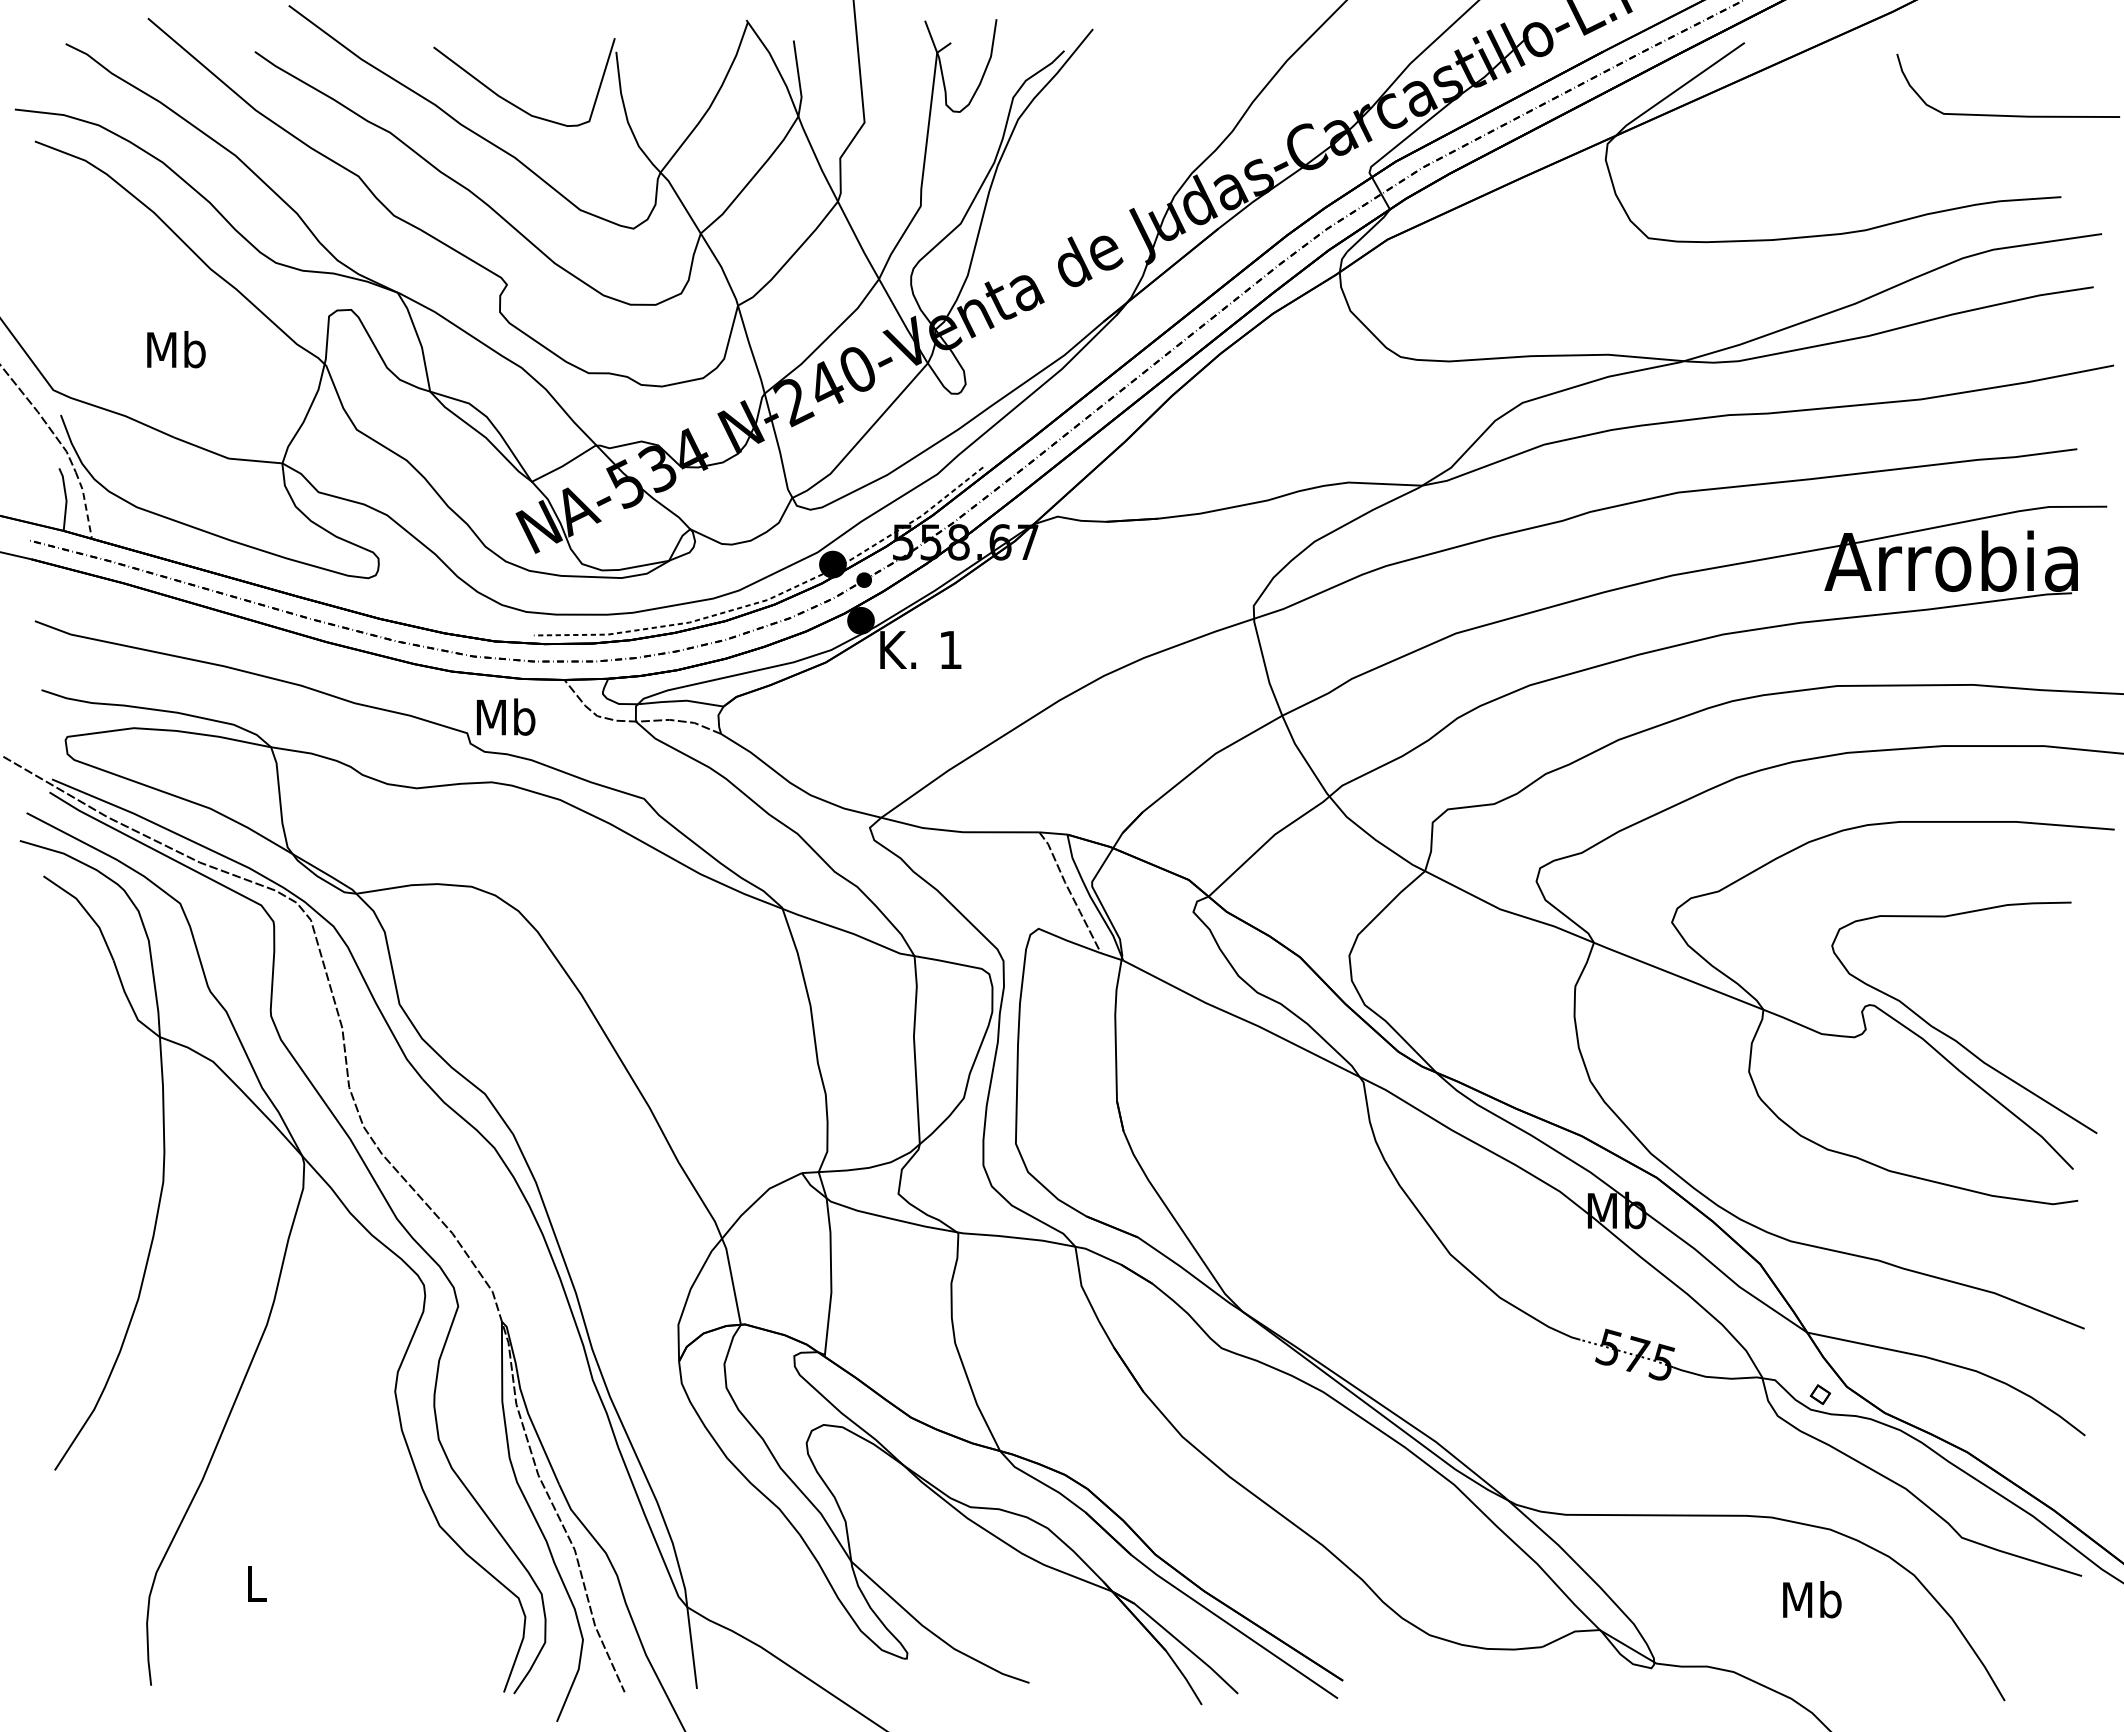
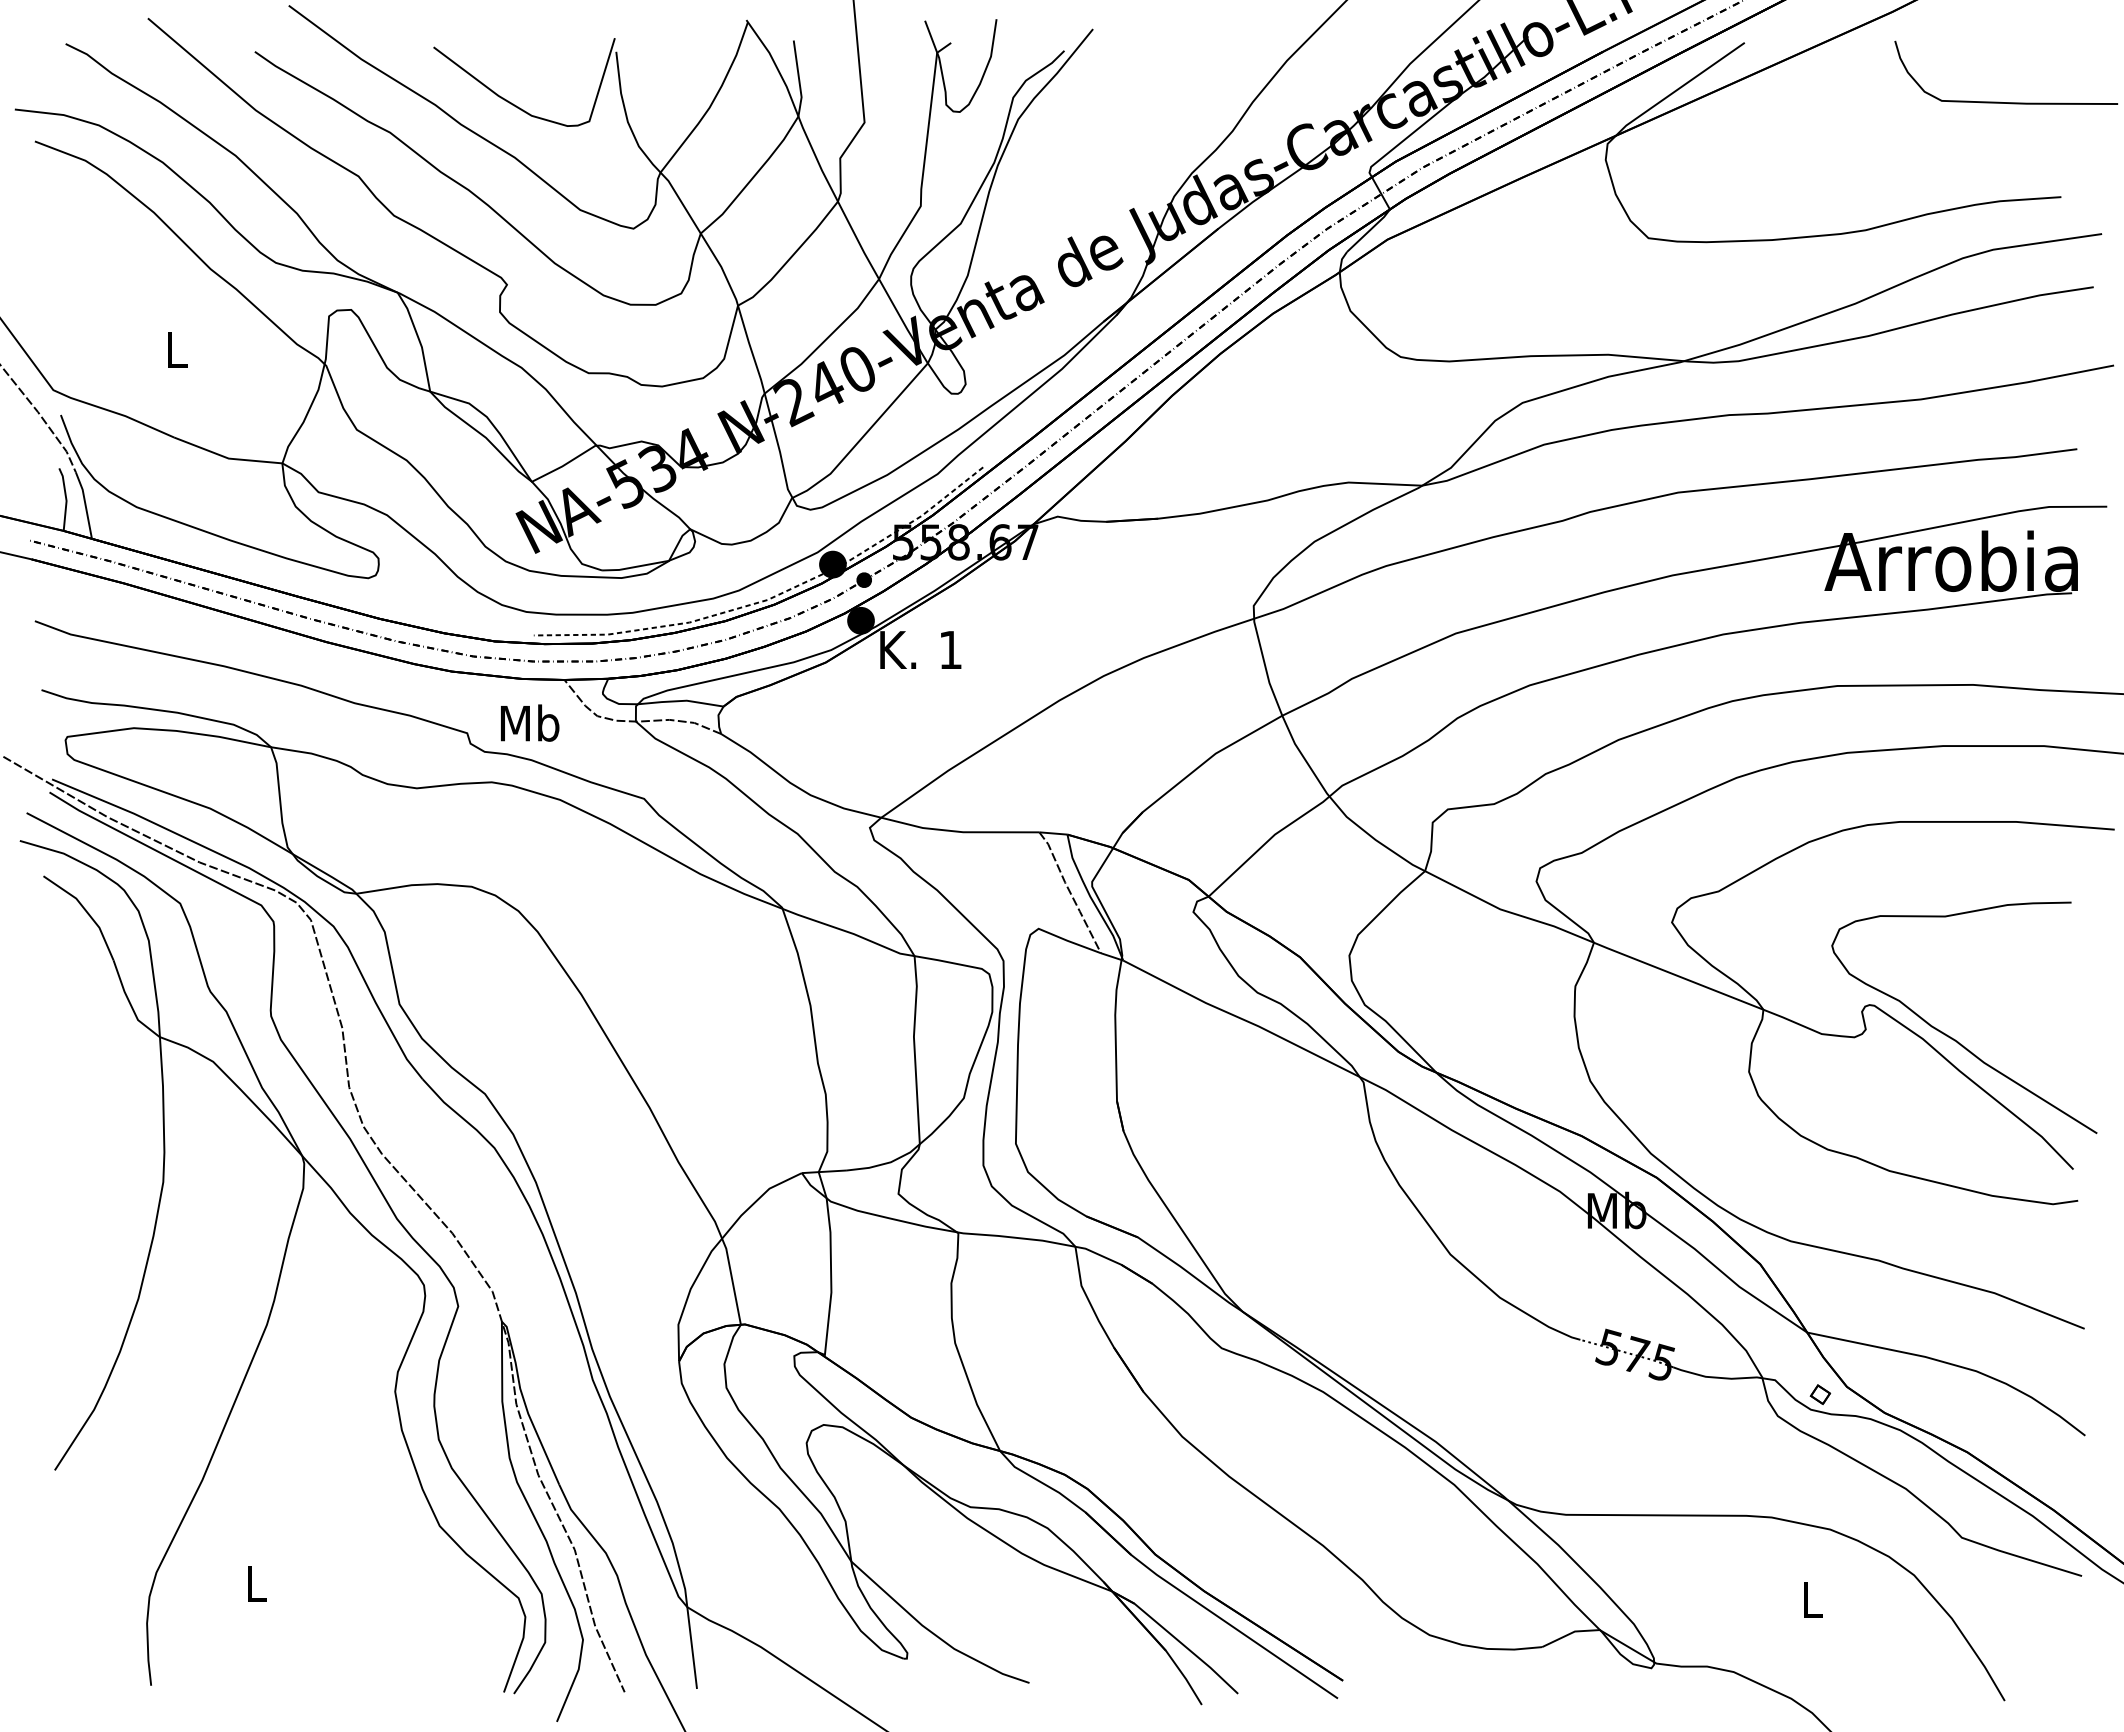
curve at (2001, 114) position: (2001, 114) -> (1999, 101)
text at (176, 349): Mb -> L
line at (85, 504): dashed -> solid
text at (506, 716) position: (506, 716) -> (530, 722)
text at (1812, 1599): Mb -> L
